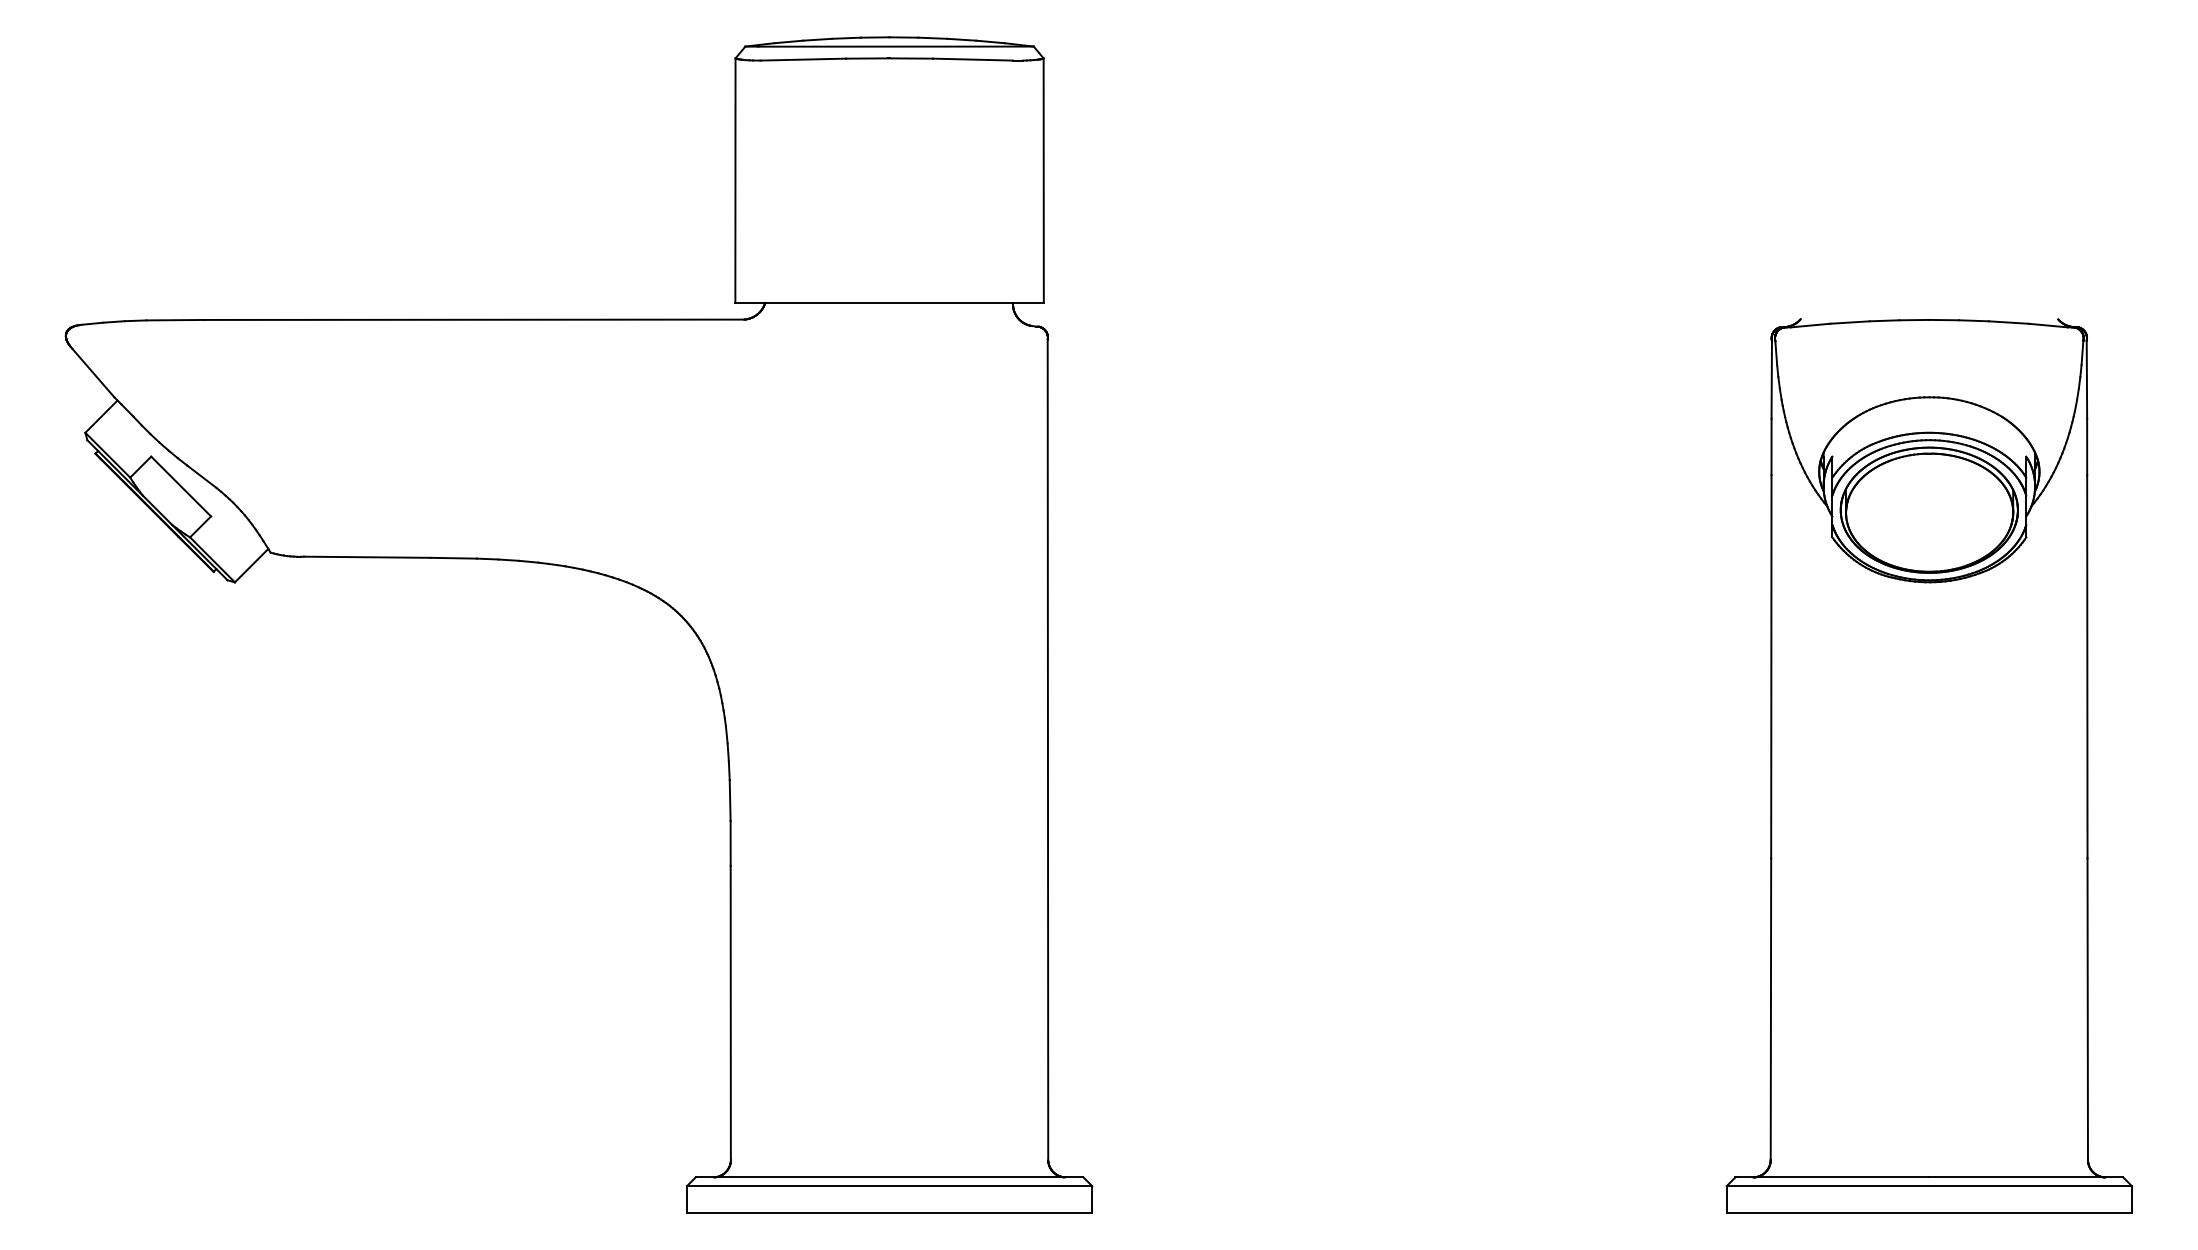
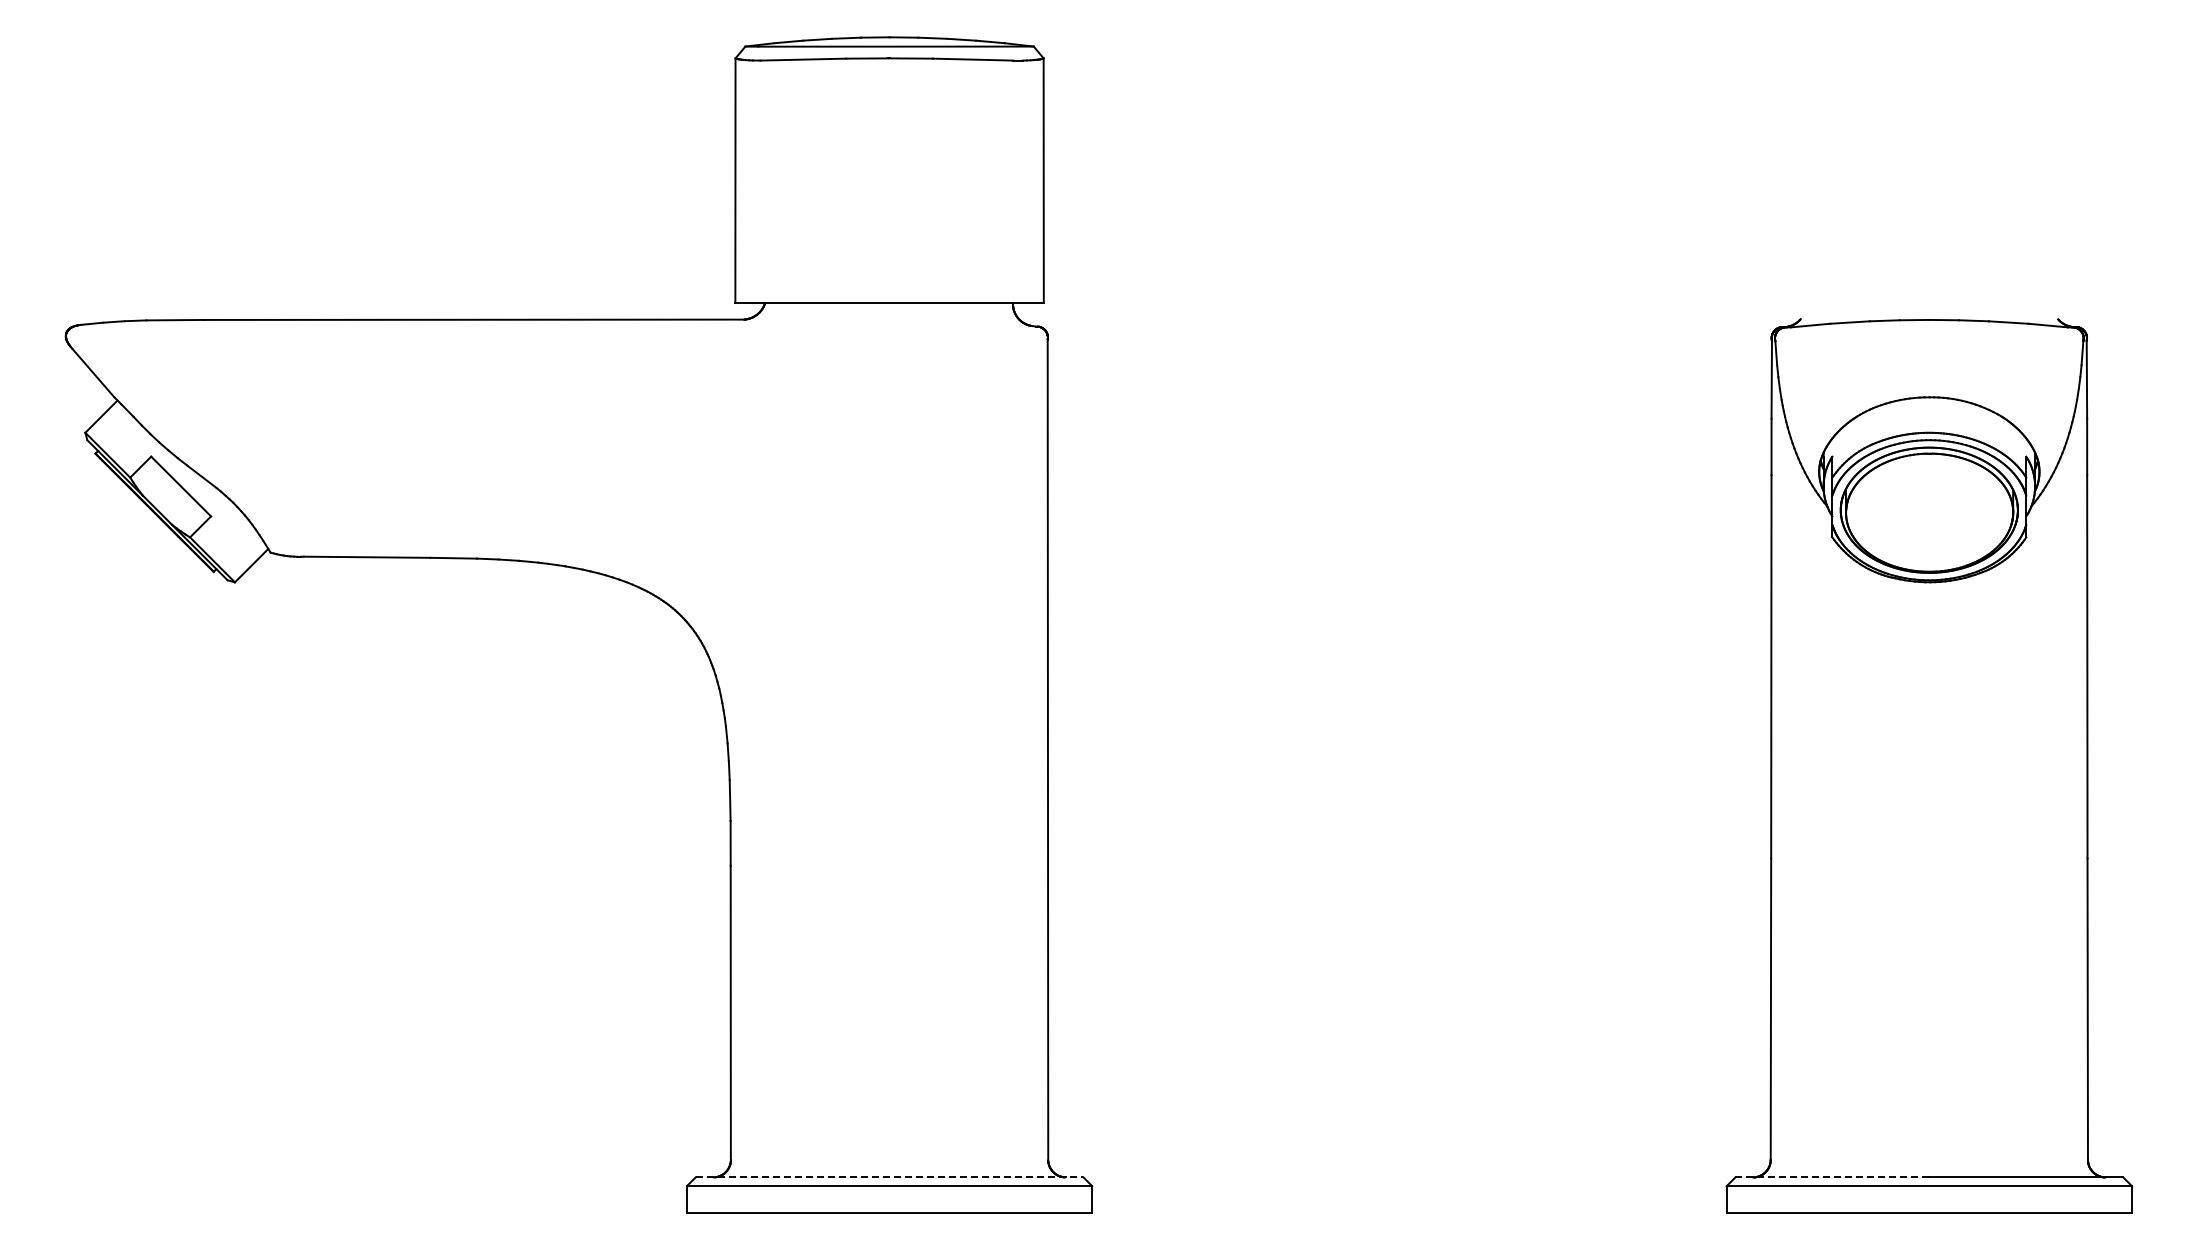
line at (889, 1177): solid -> dashed
line at (1832, 1177): solid -> dashed
